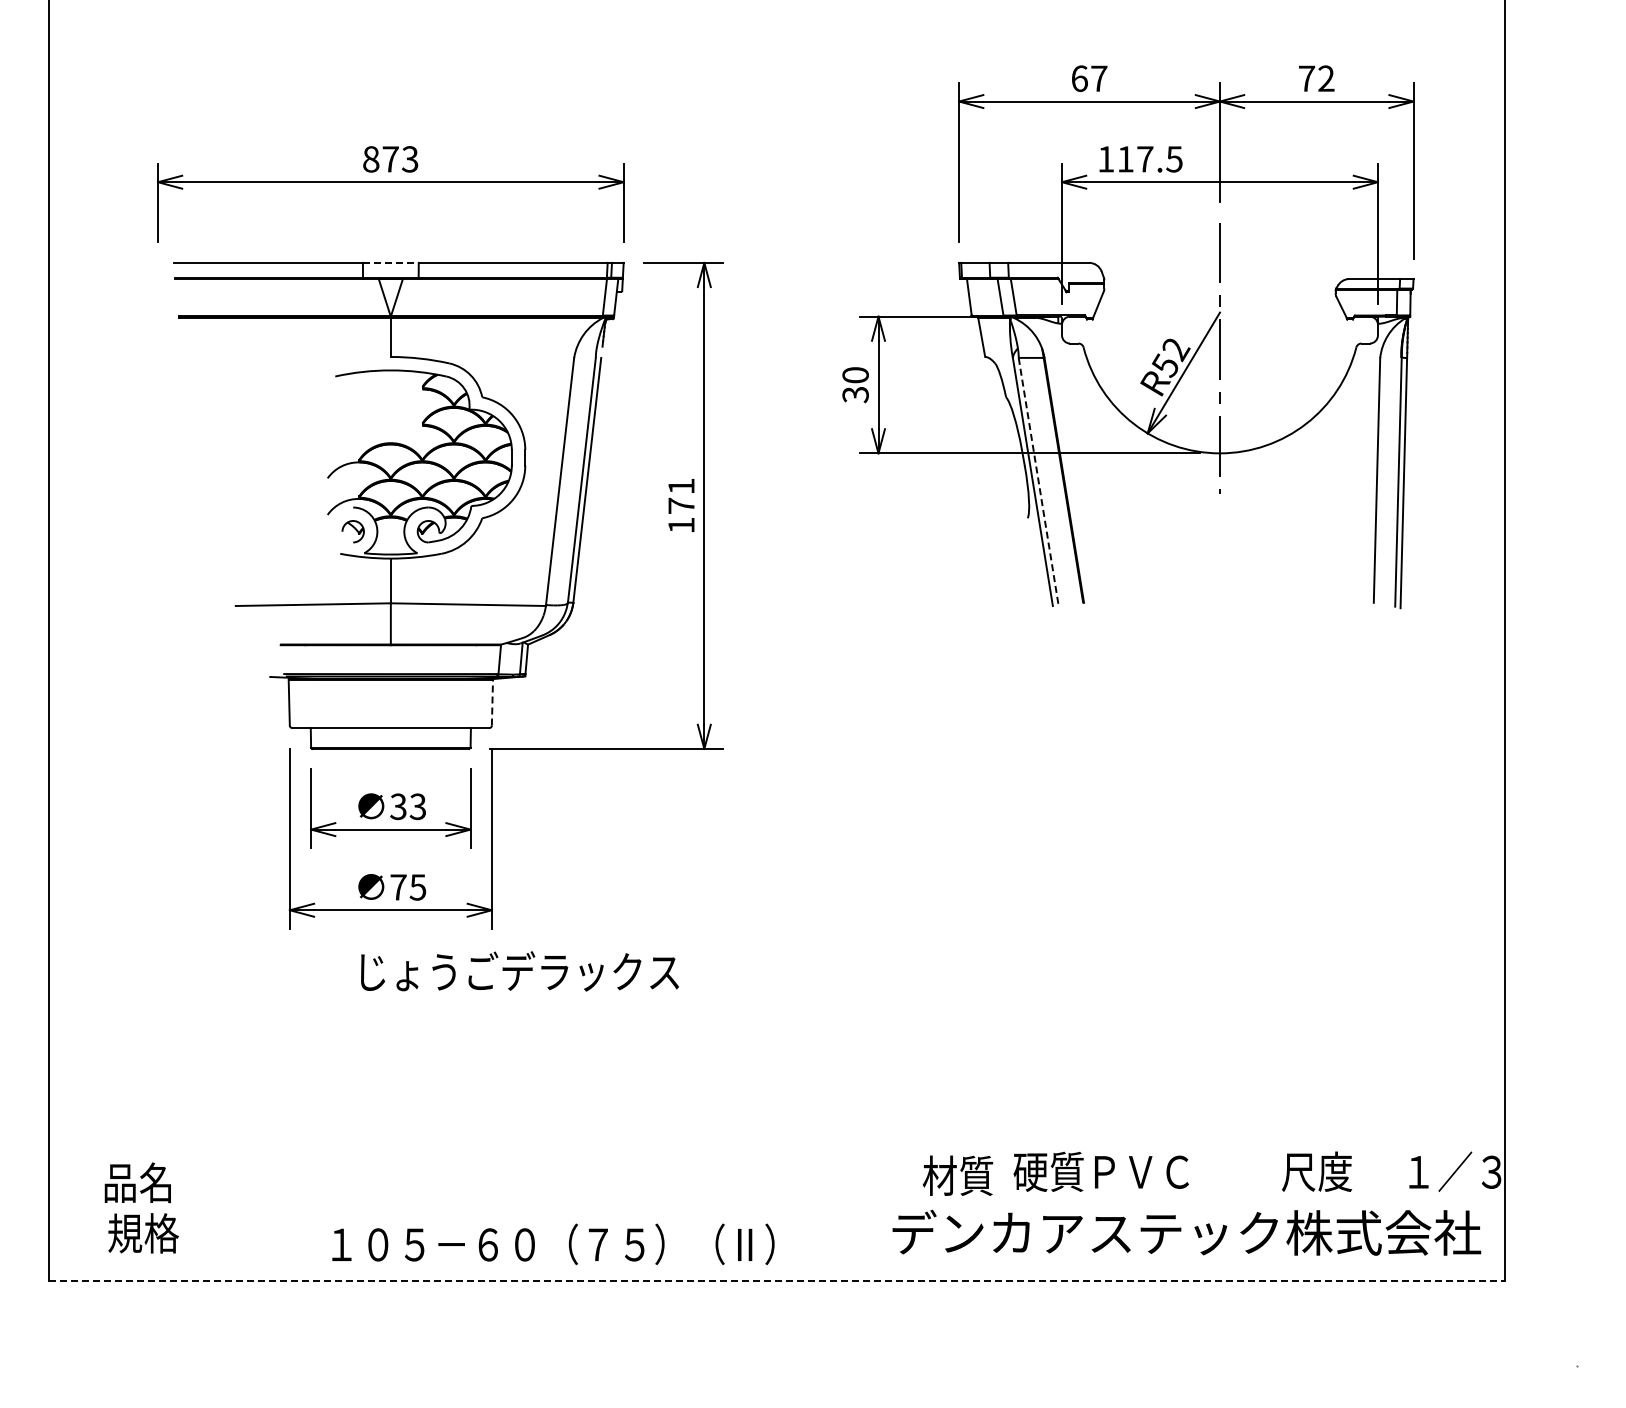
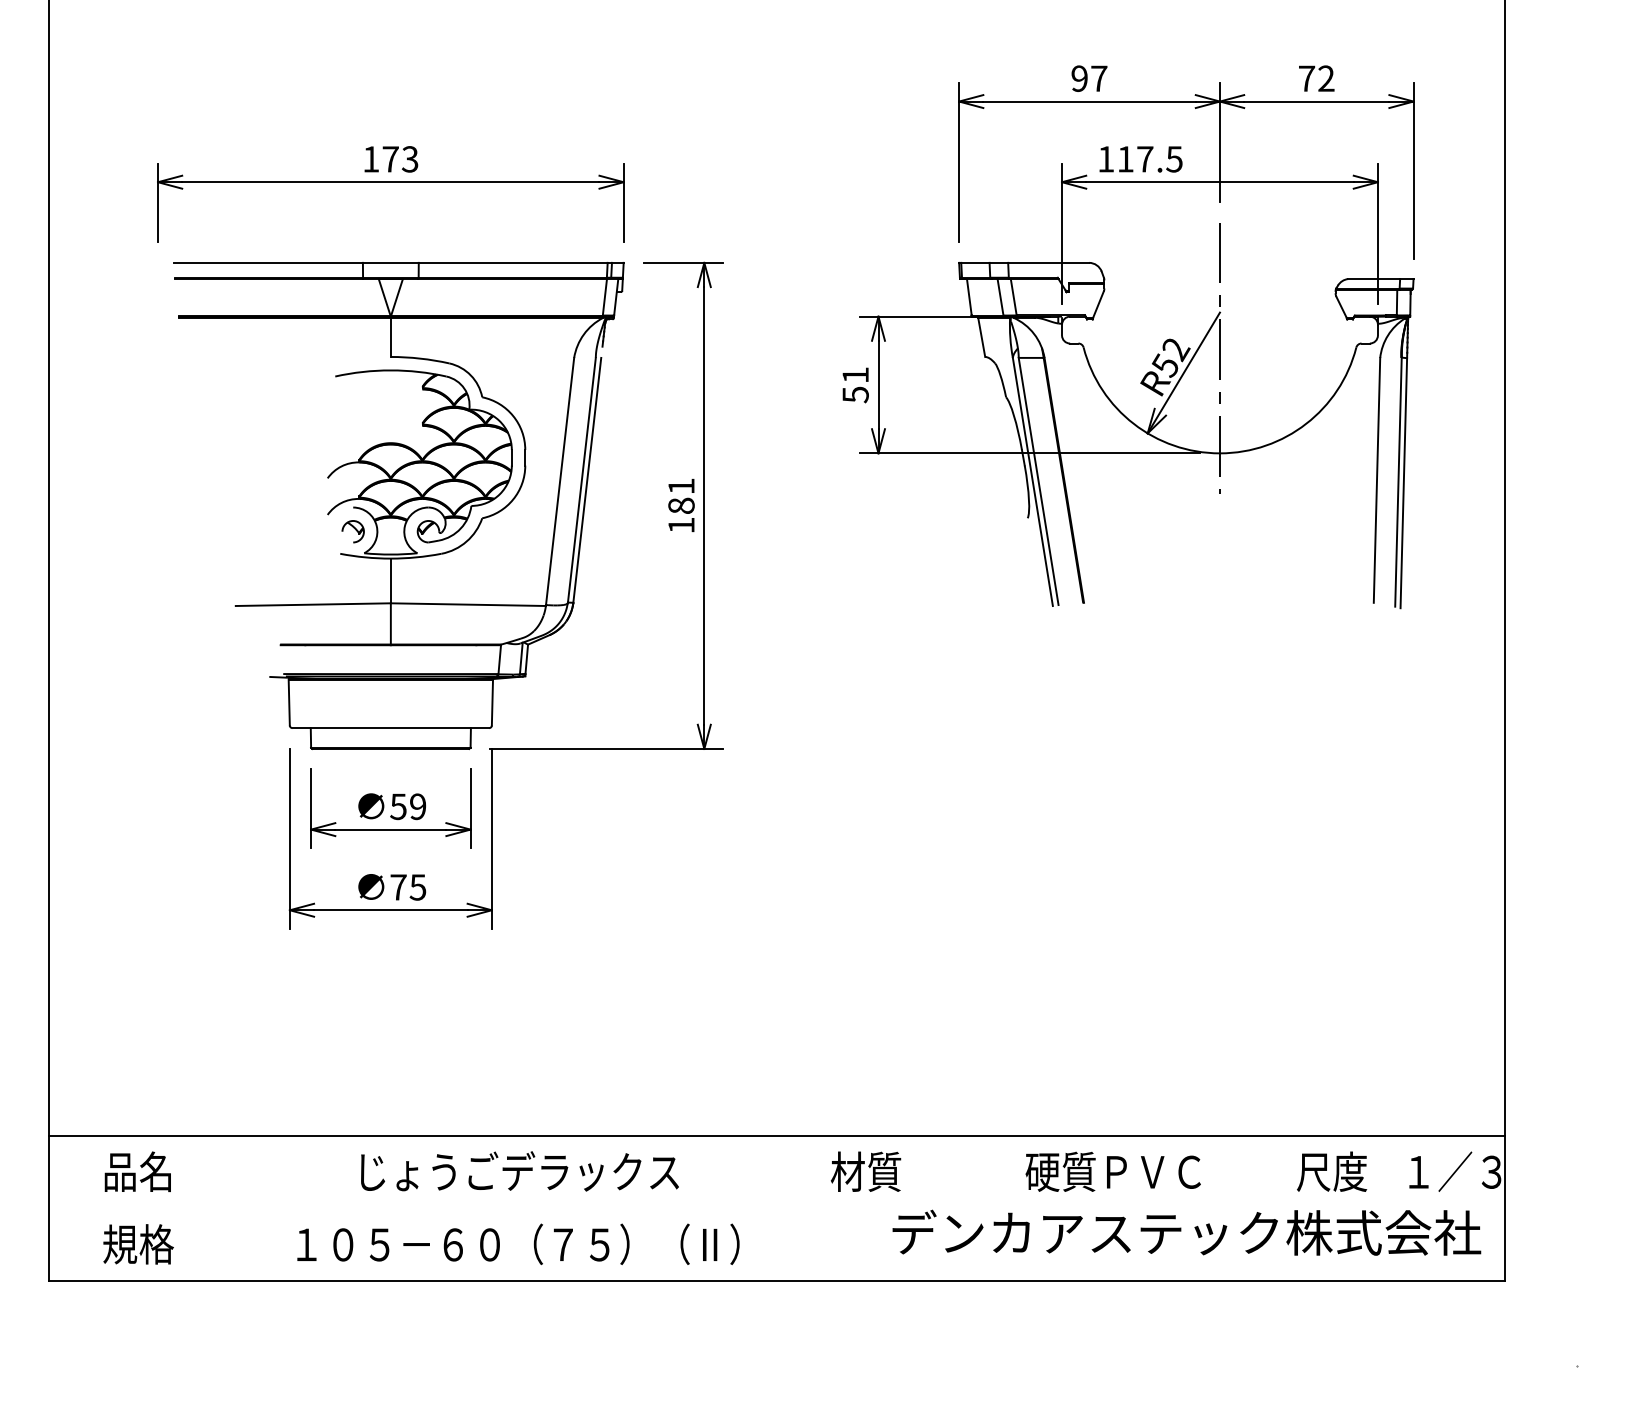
text at (1079, 78): 67 -> 97
text at (371, 159): 873 -> 173
line at (390, 262): dashed -> solid
text at (855, 384): 30 -> 51
line at (1038, 481): dashed -> solid
text at (681, 505): 171 -> 181
line at (492, 702): dashed -> solid
text at (408, 806): 33 -> 59
text at (519, 971) position: (519, 971) -> (519, 1171)
line at (776, 1136): none -> present
text at (1100, 1171) position: (1100, 1171) -> (1112, 1171)
text at (1317, 1171) position: (1317, 1171) -> (1332, 1171)
text at (957, 1175) position: (957, 1175) -> (865, 1171)
text at (137, 1182) position: (137, 1182) -> (137, 1171)
text at (143, 1233) position: (143, 1233) -> (138, 1244)
text at (553, 1243) position: (553, 1243) -> (518, 1243)
line at (776, 1281): dashed -> solid
